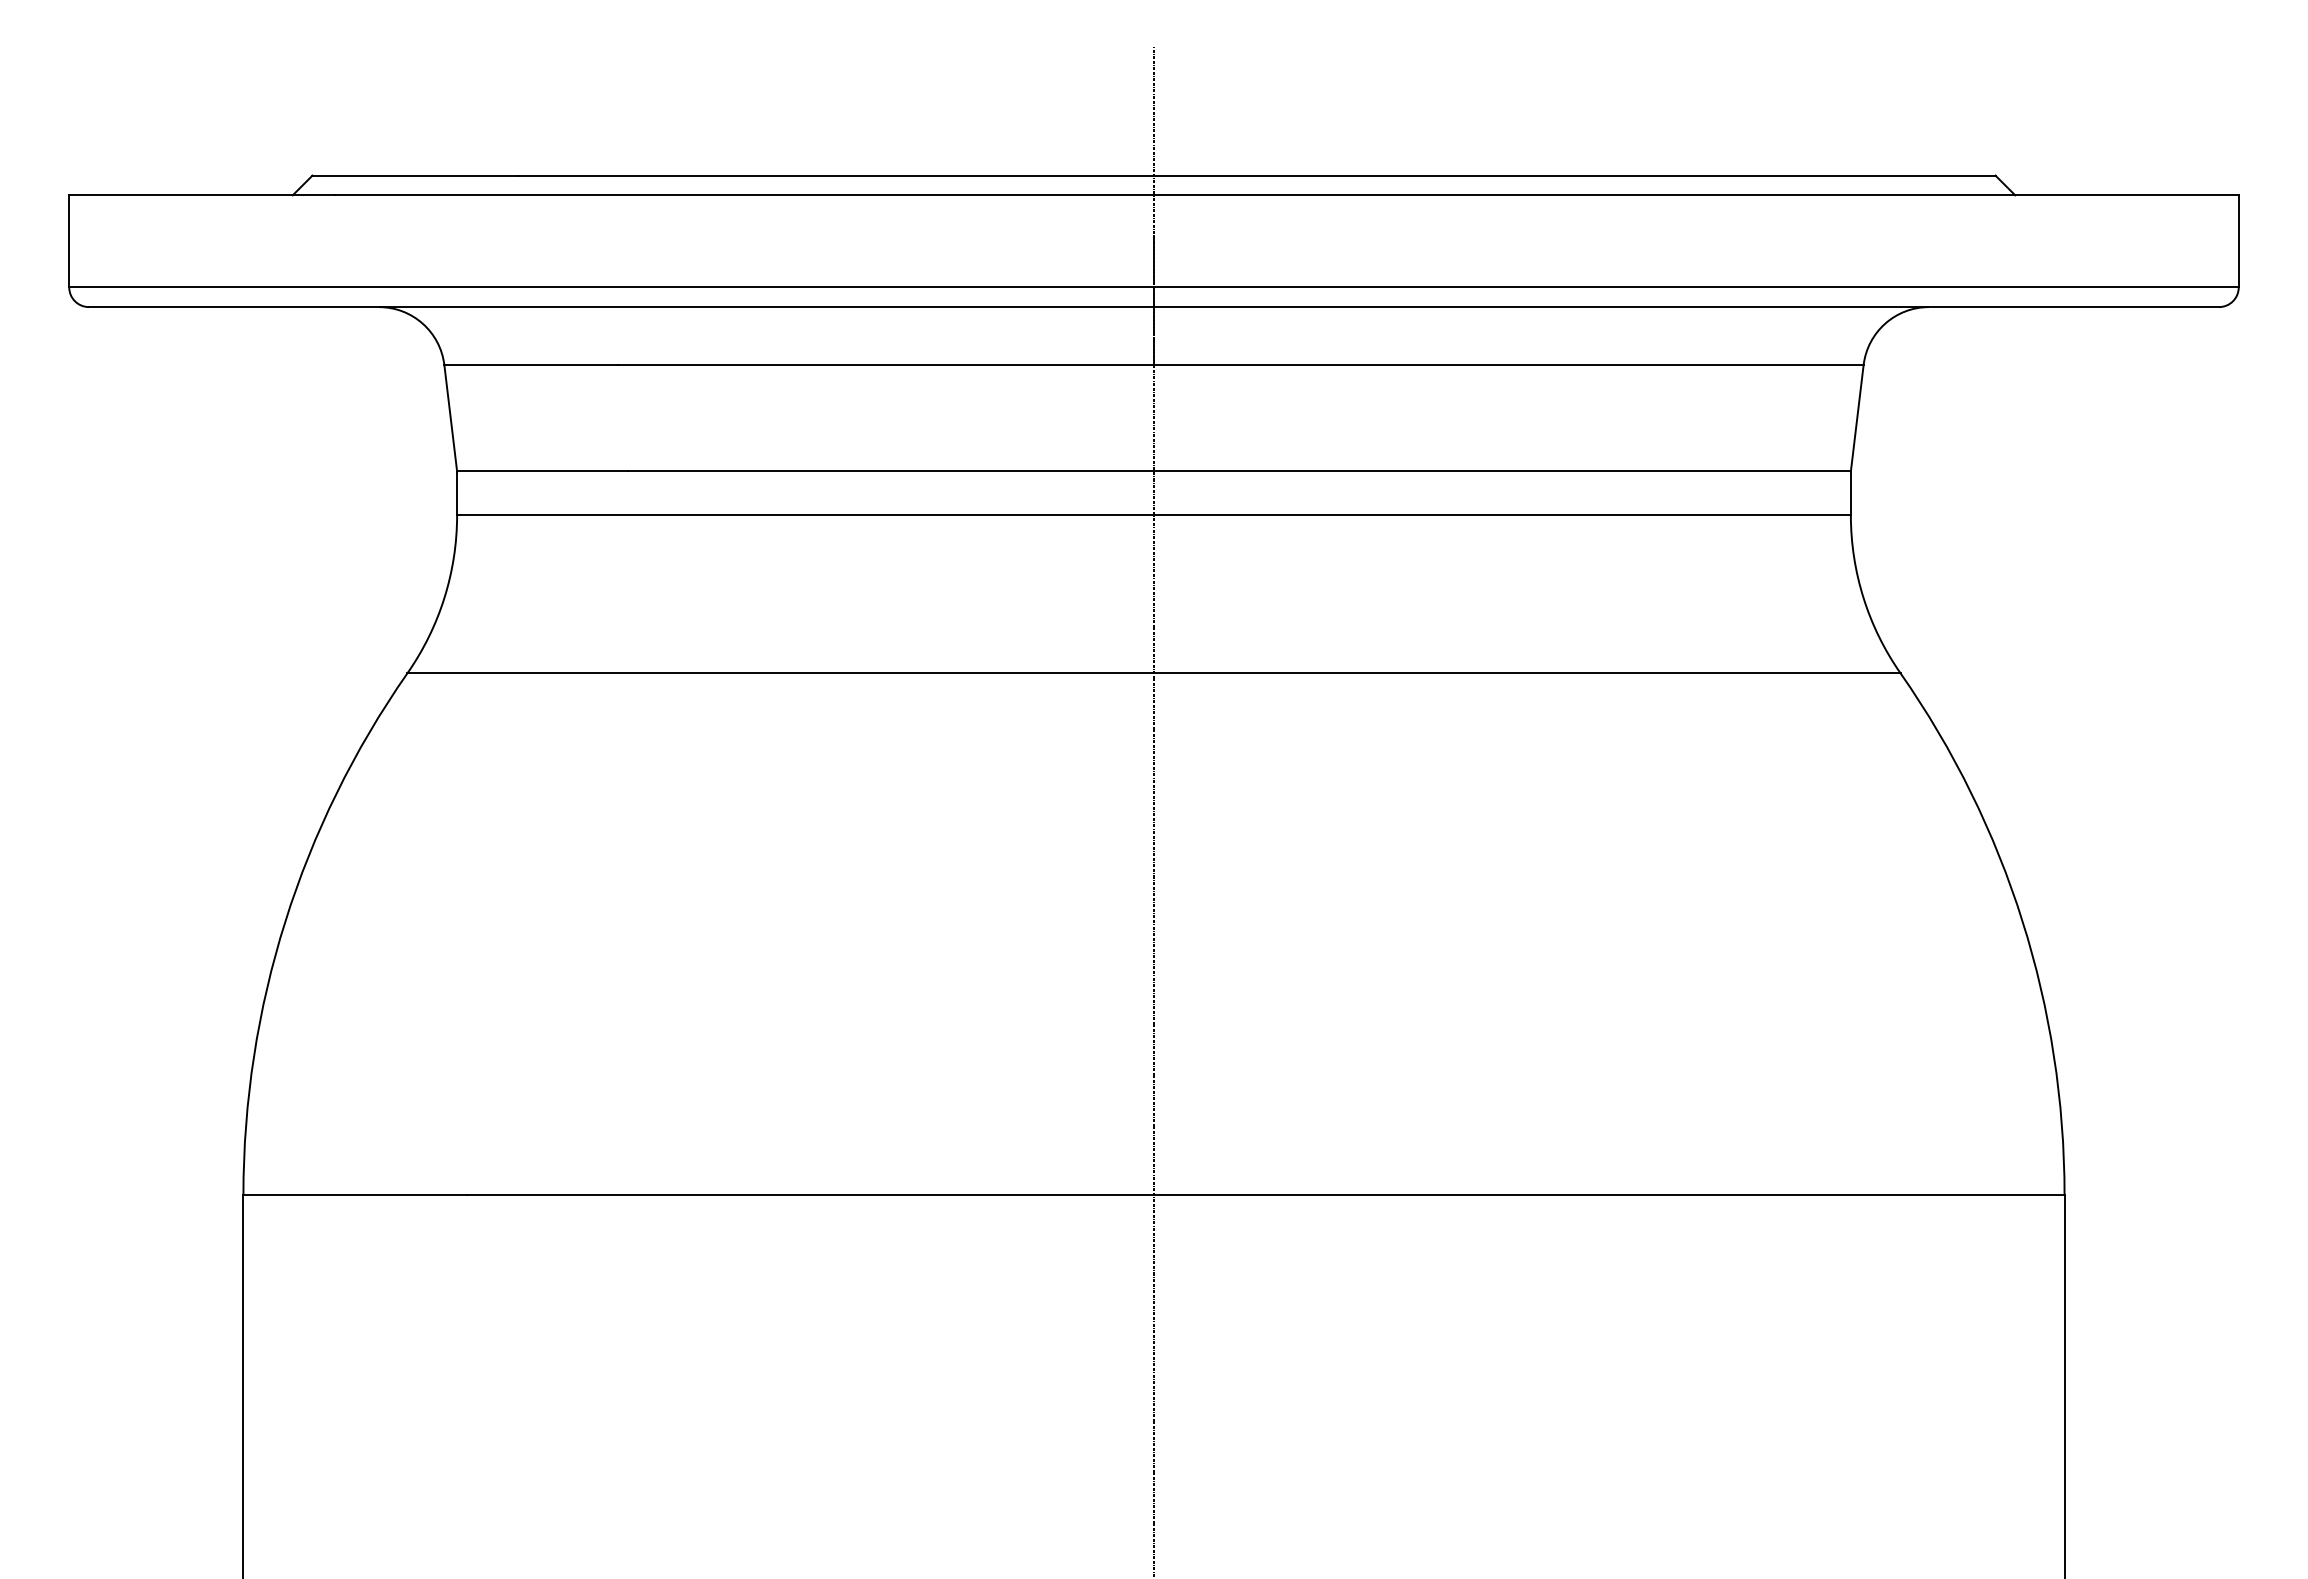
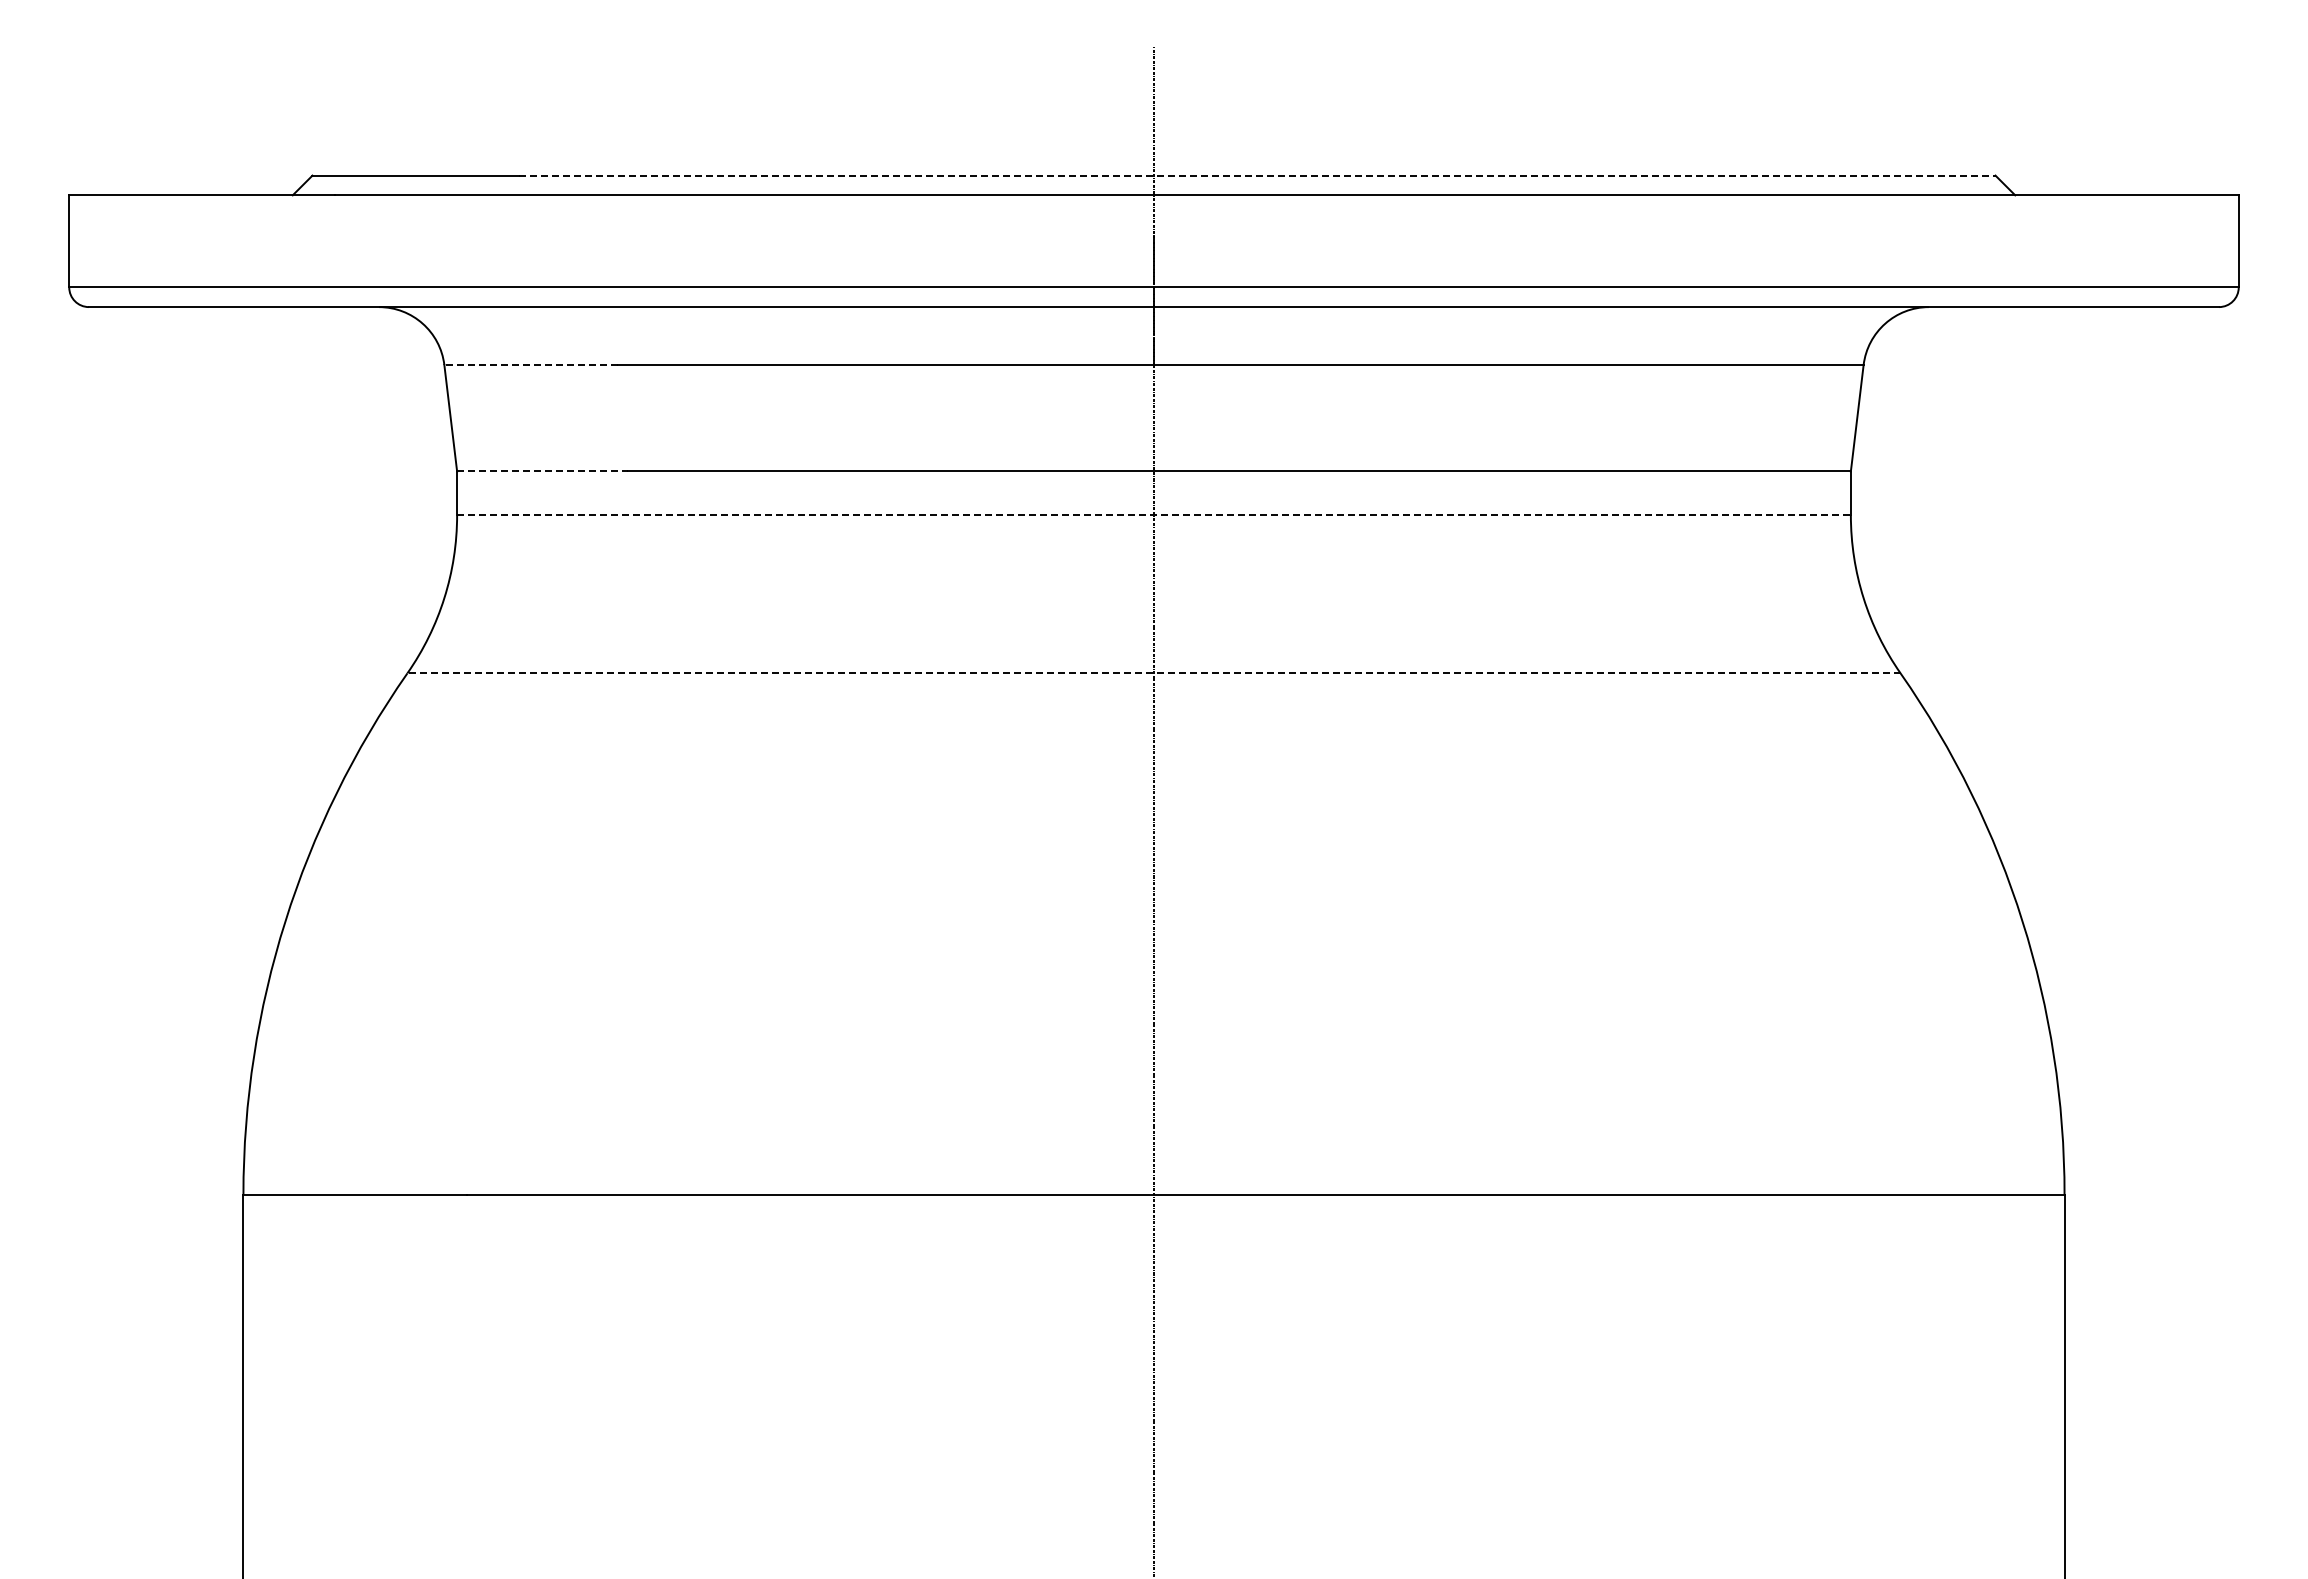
line at (1257, 175): solid -> dashed
line at (530, 365): solid -> dashed
line at (543, 471): solid -> dashed
line at (1154, 515): solid -> dashed
line at (1154, 673): solid -> dashed
